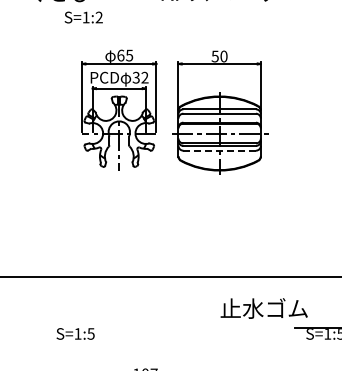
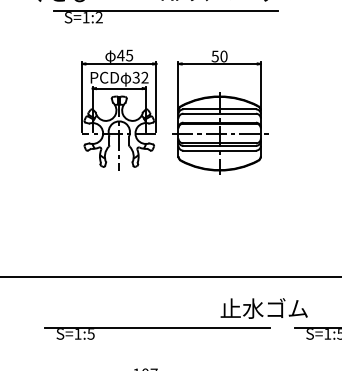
line at (165, 11): none -> present
text at (120, 55): 65 -> 45
line at (220, 150): dashed -> solid
line at (157, 327): none -> present
